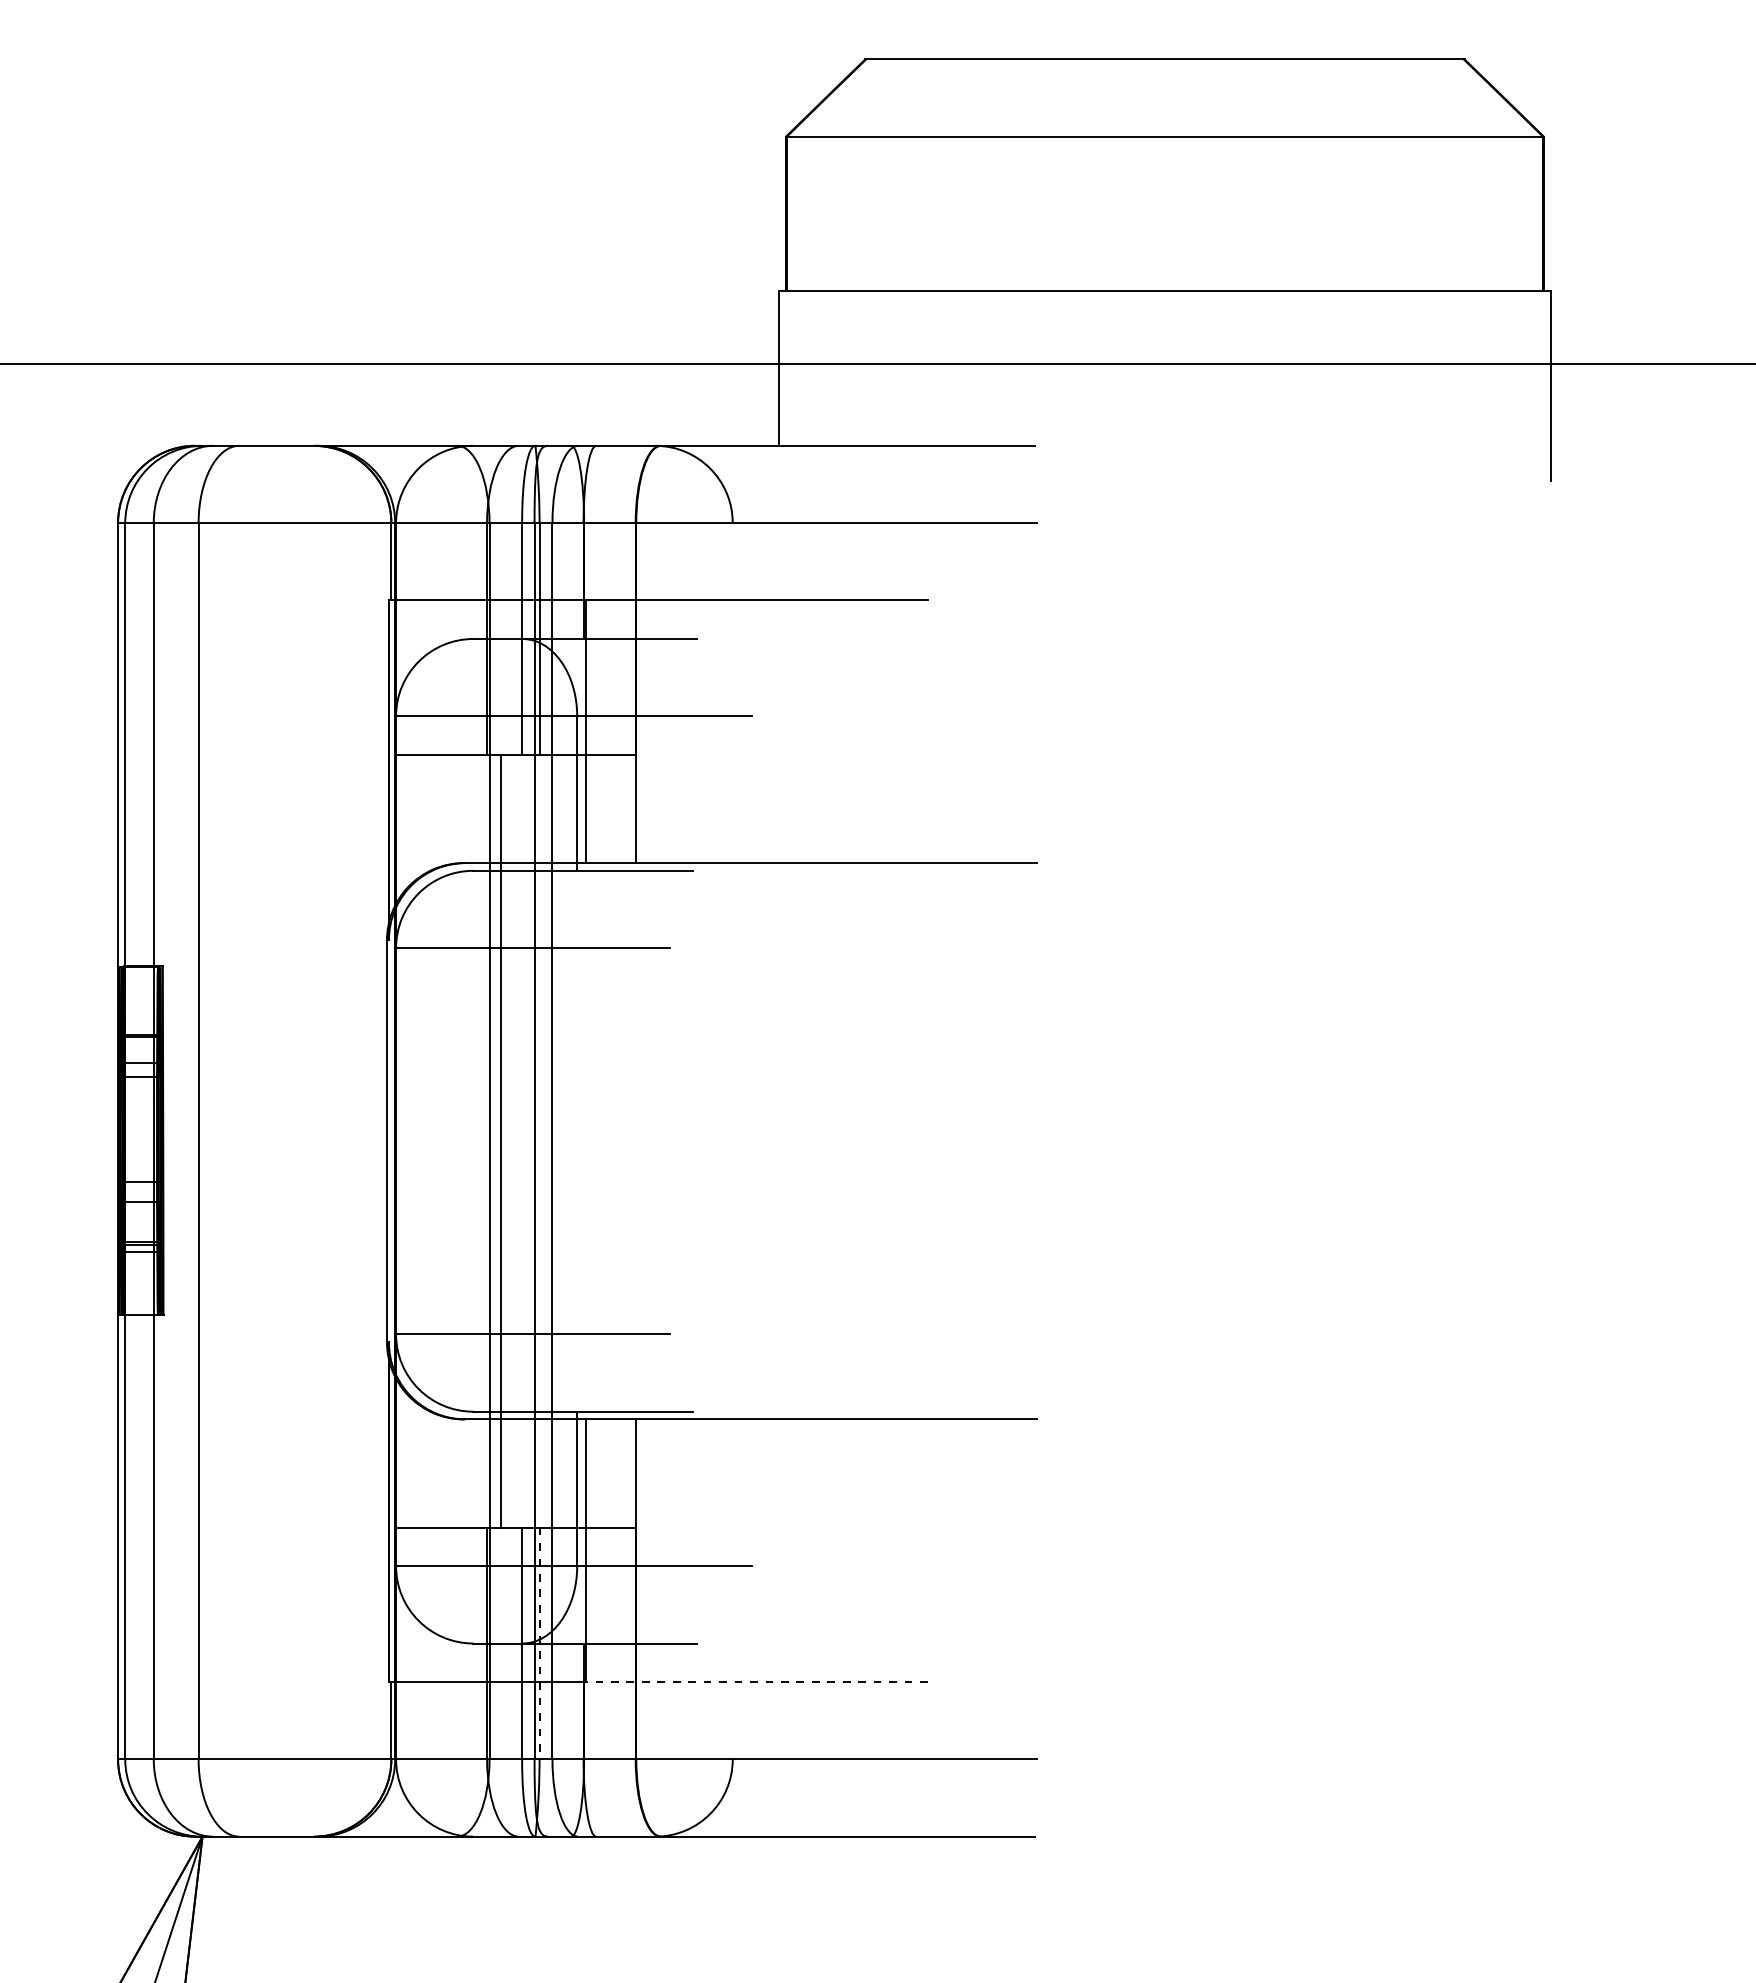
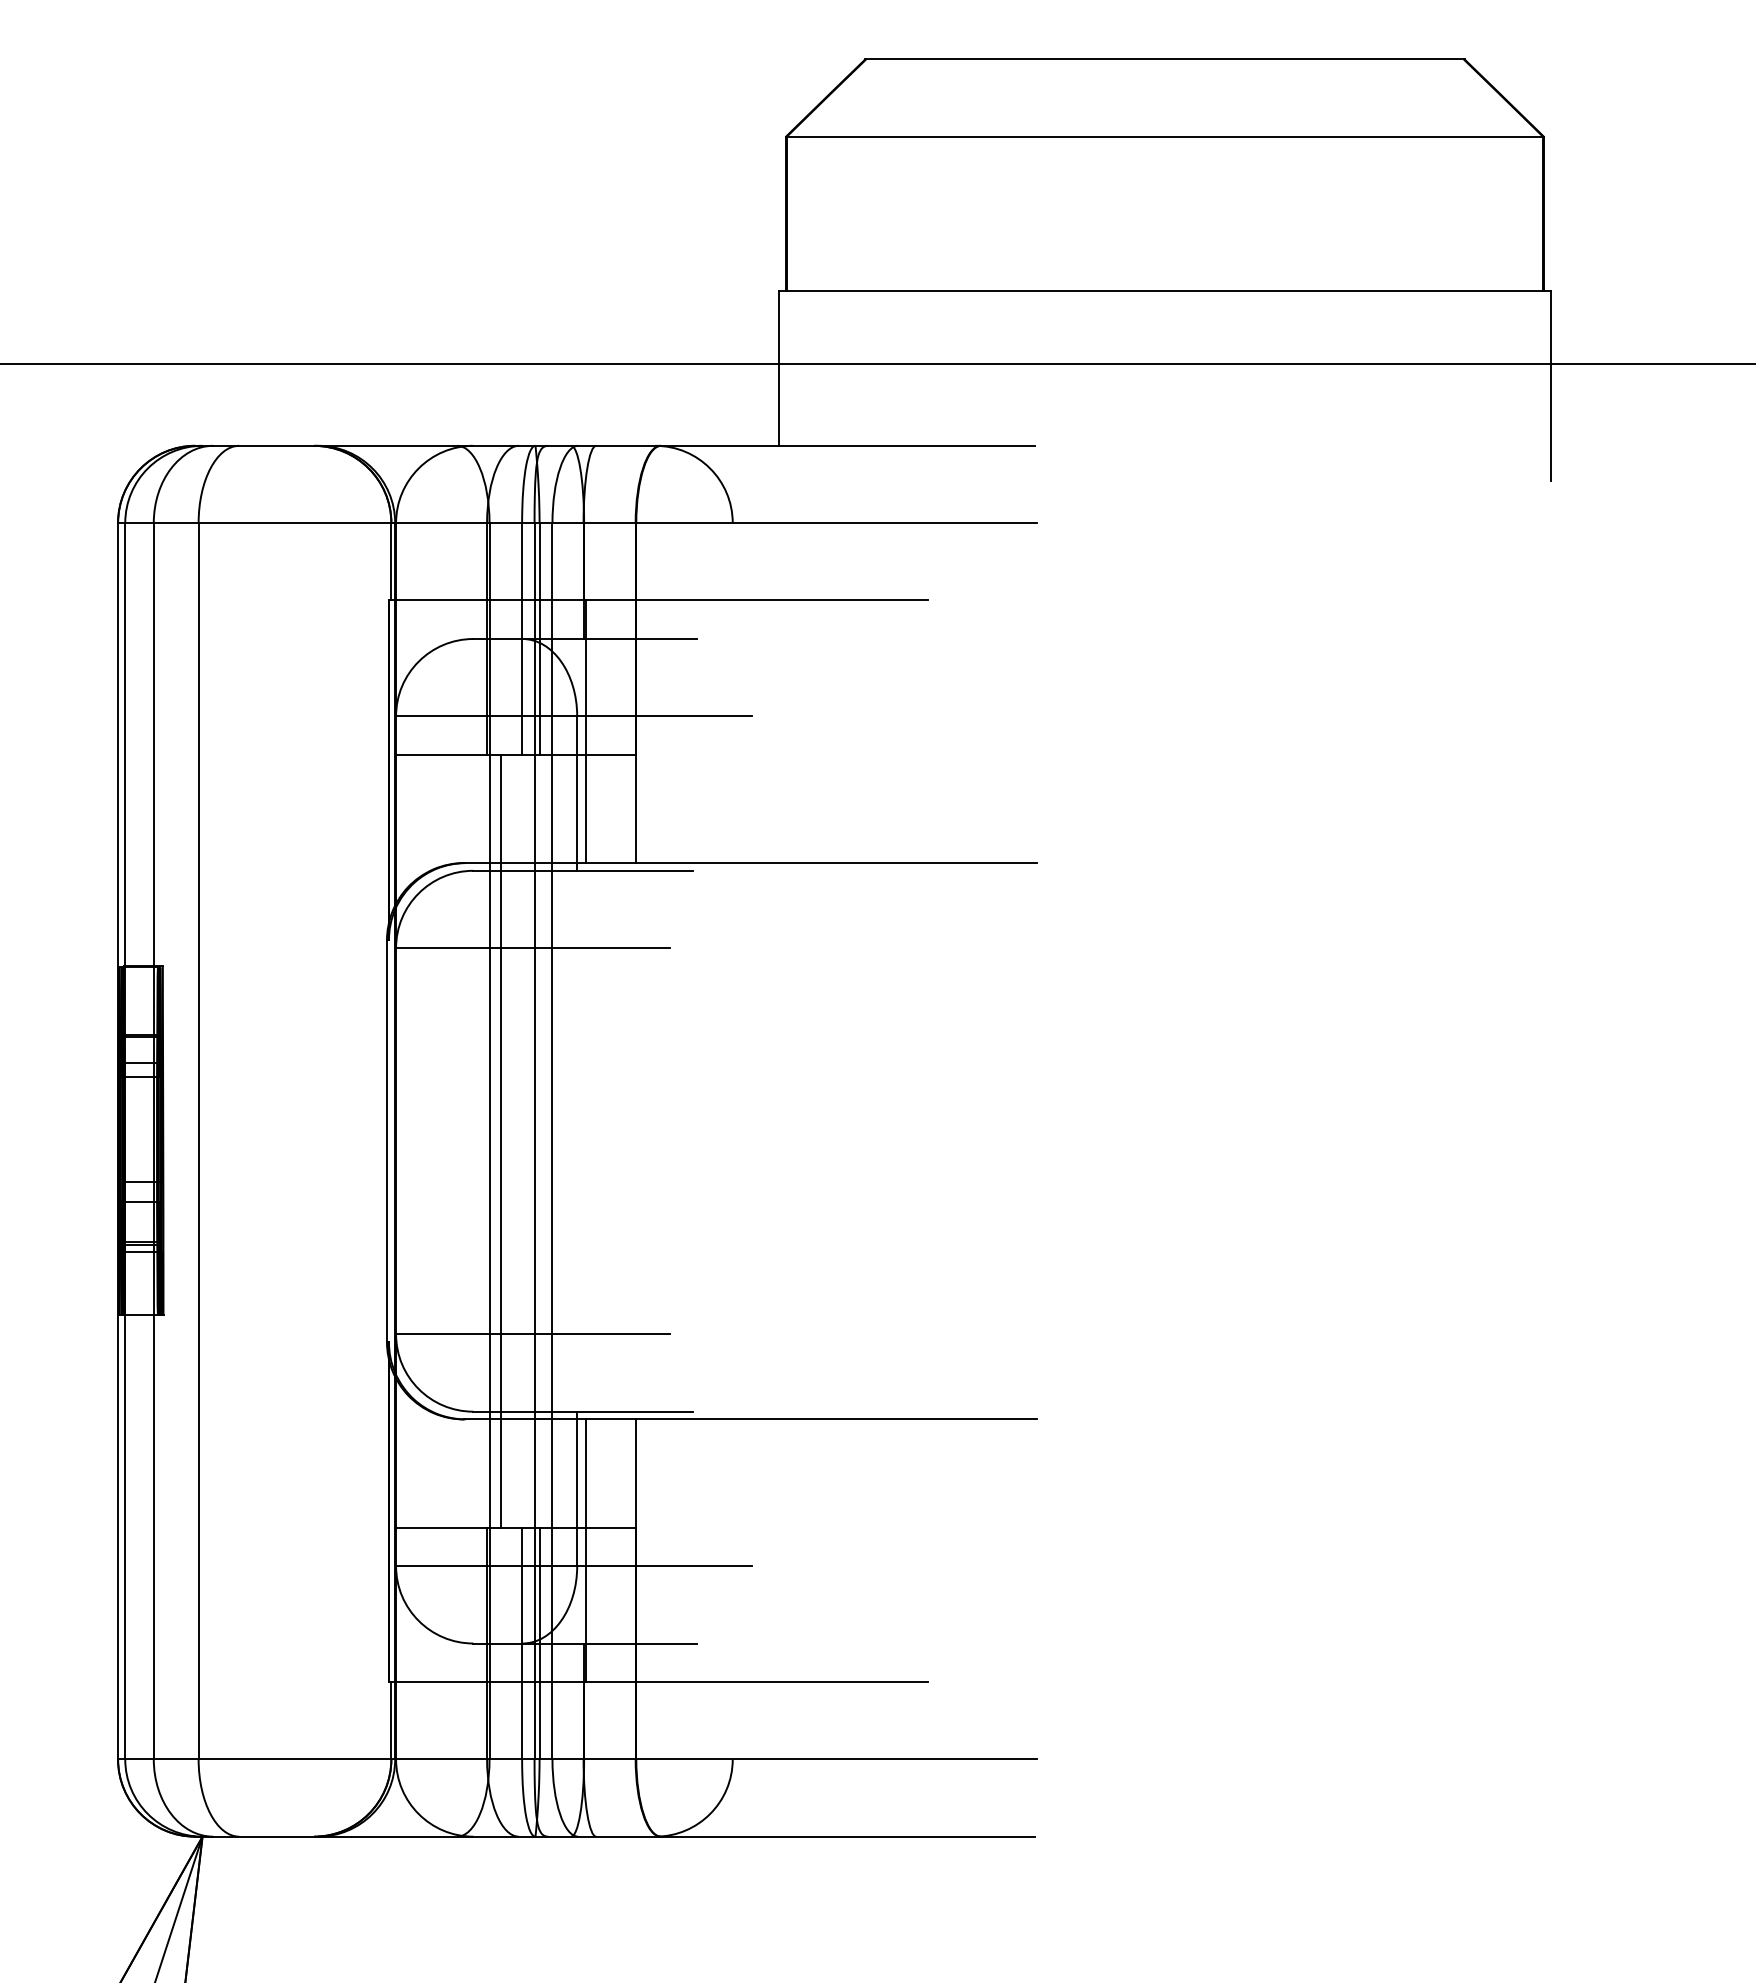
line at (539, 1643): dashed -> solid
line at (757, 1682): dashed -> solid
